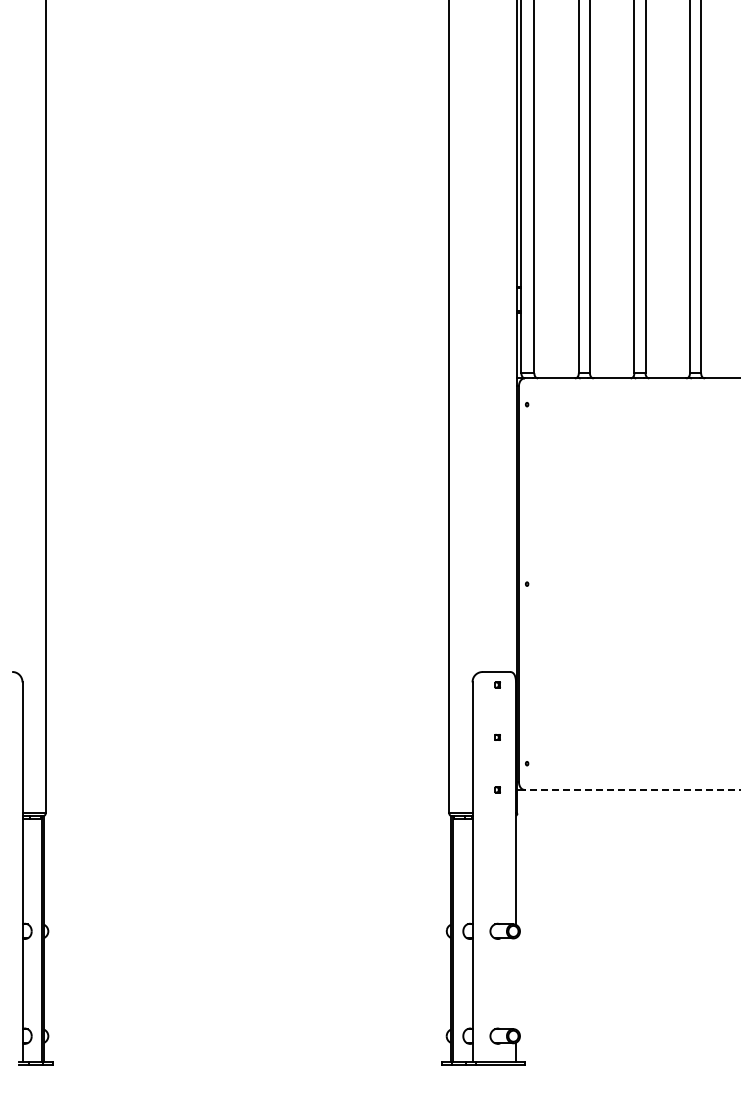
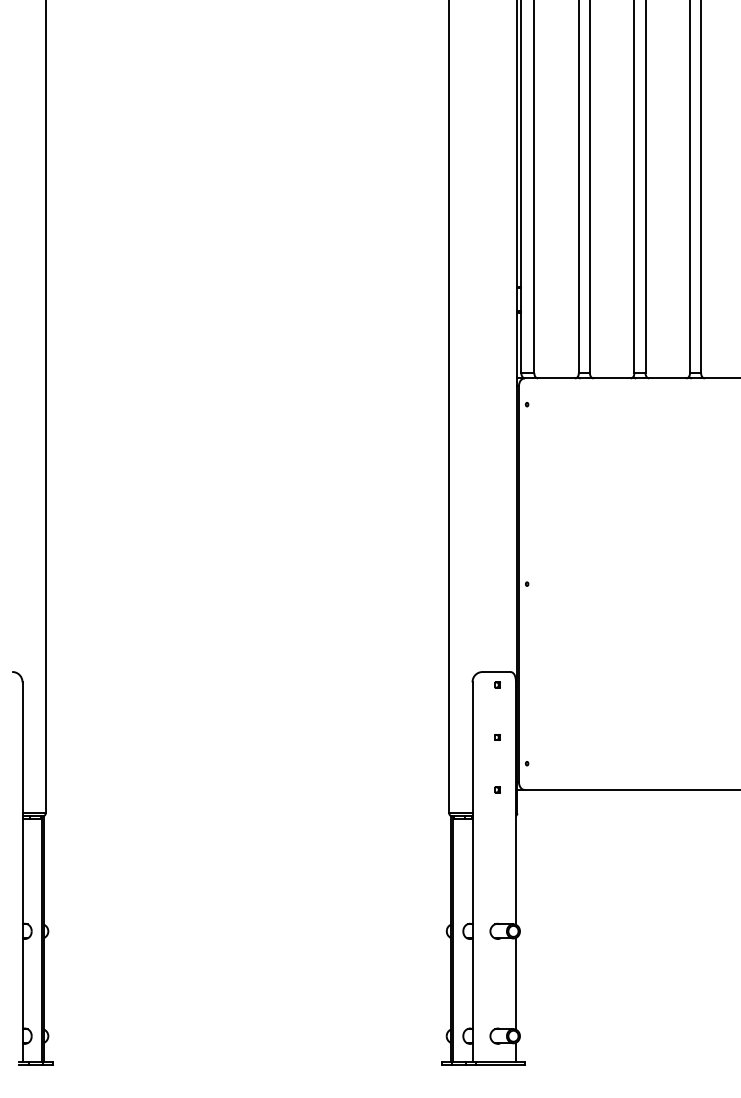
line at (632, 789): dashed -> solid
line at (516, 983): none -> present
